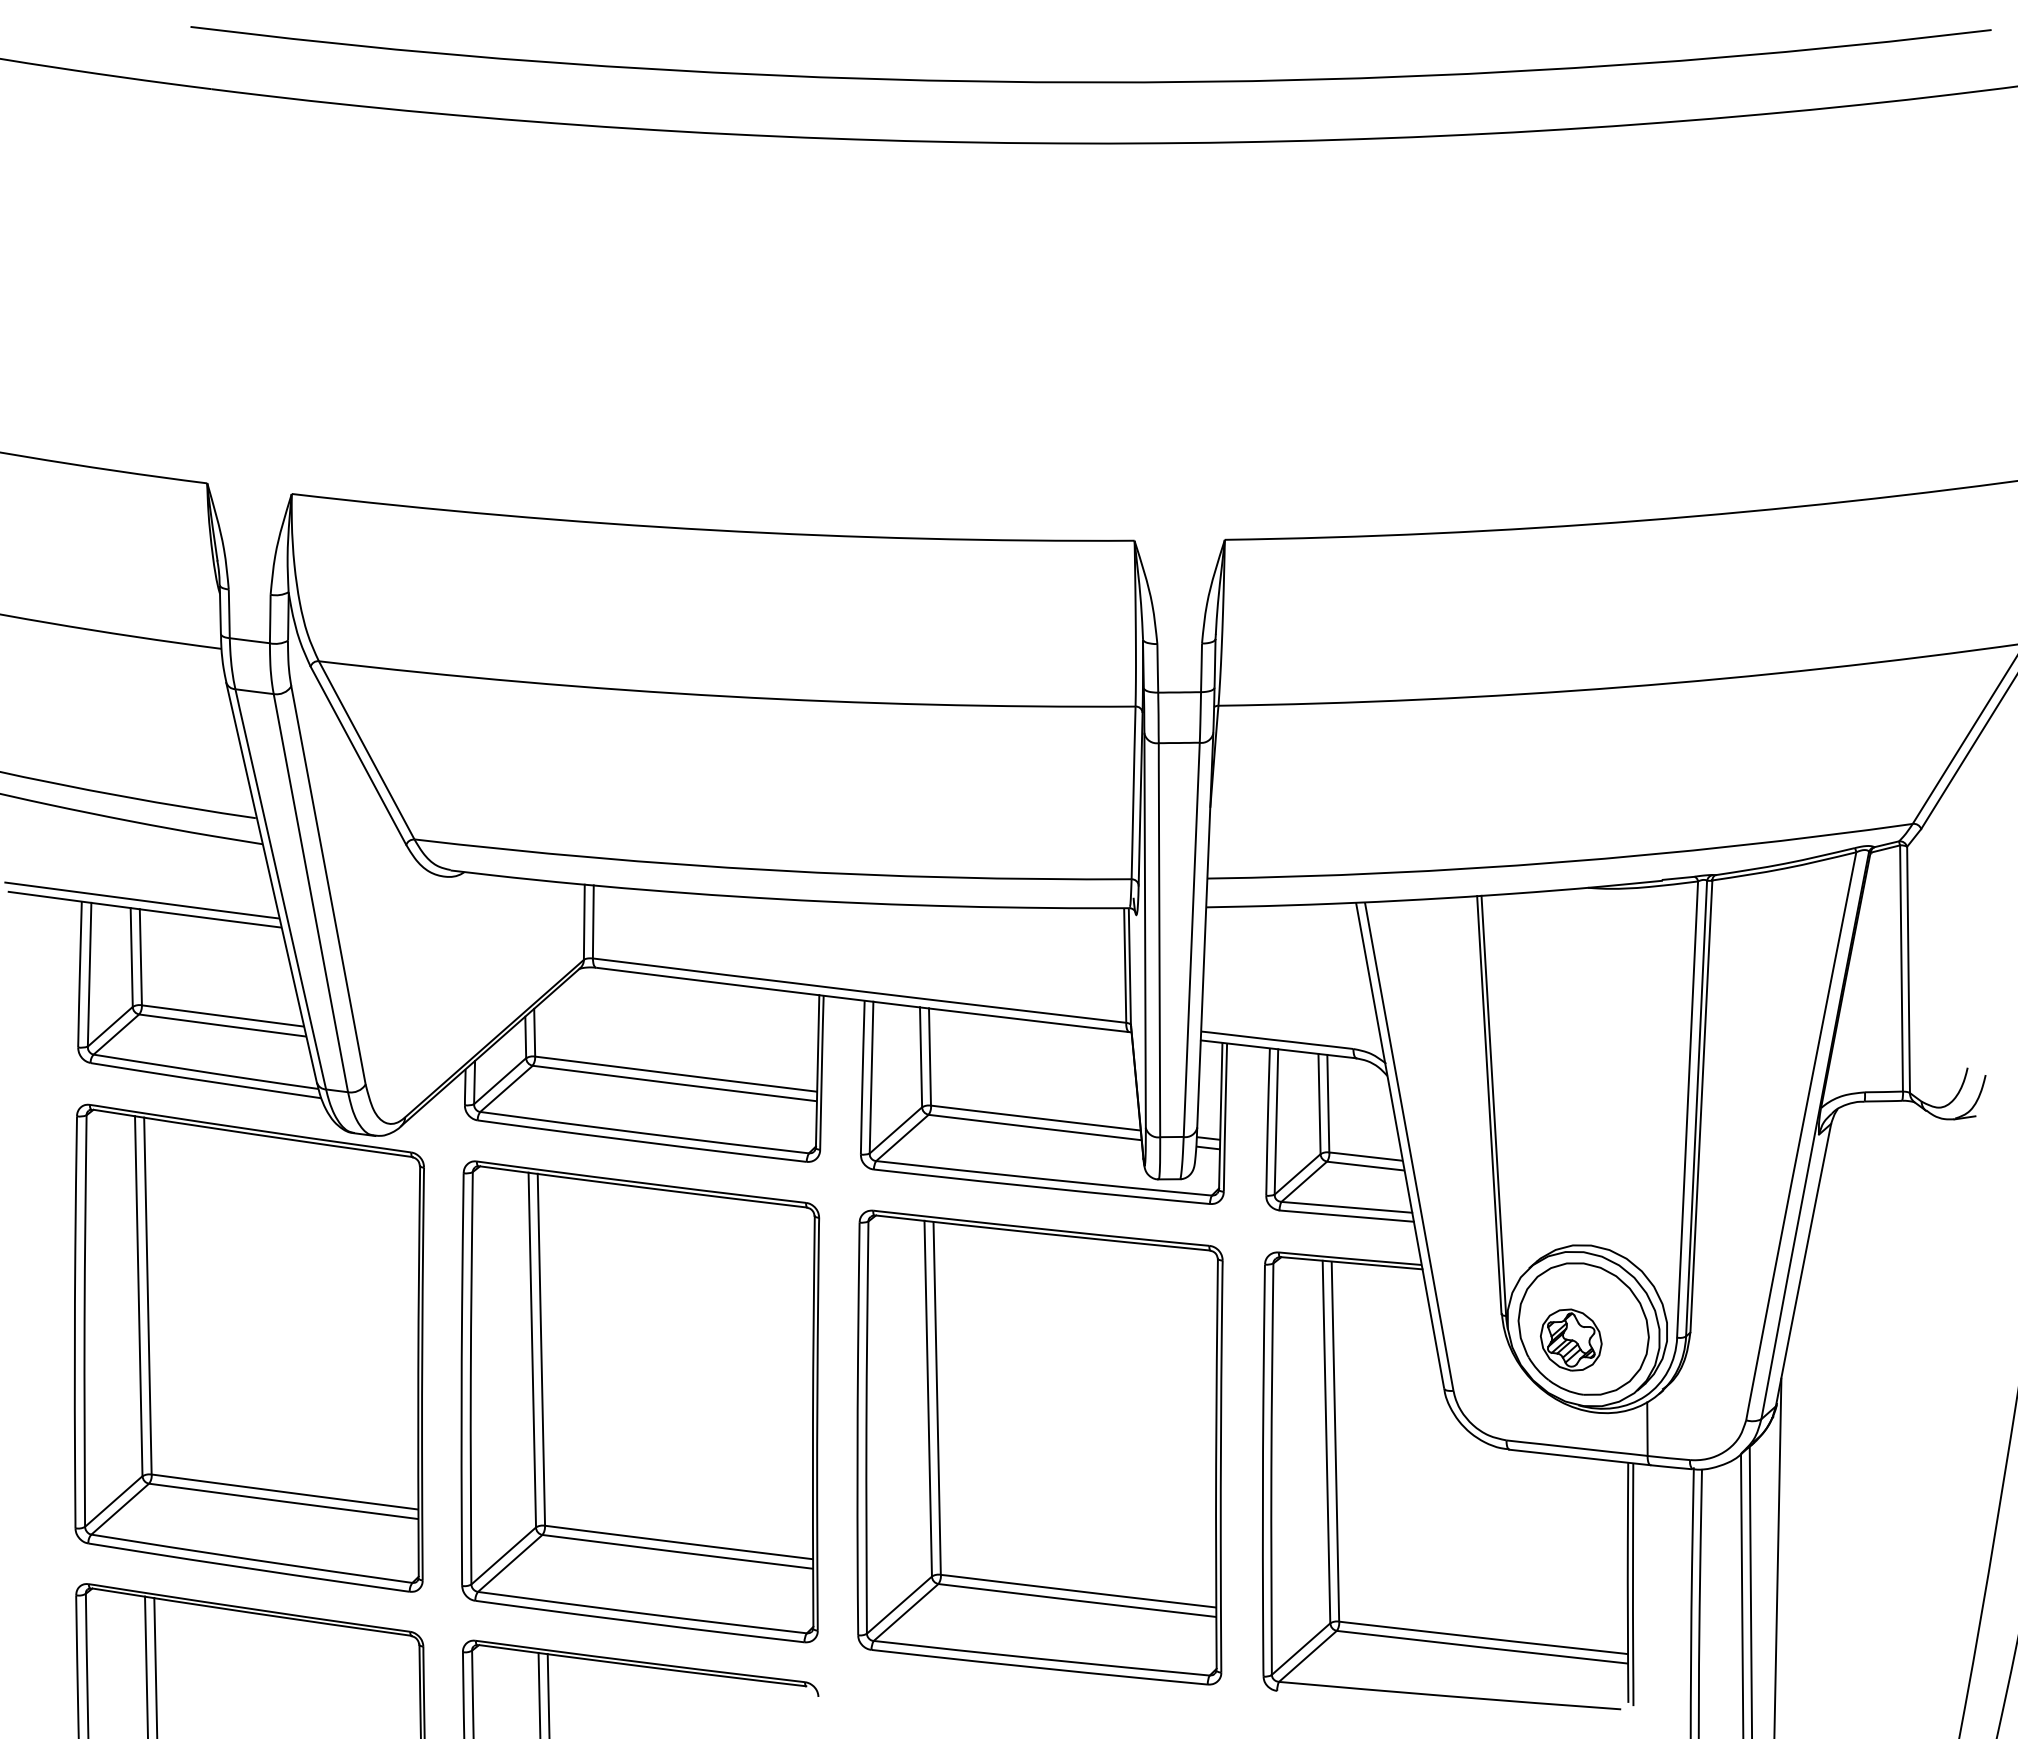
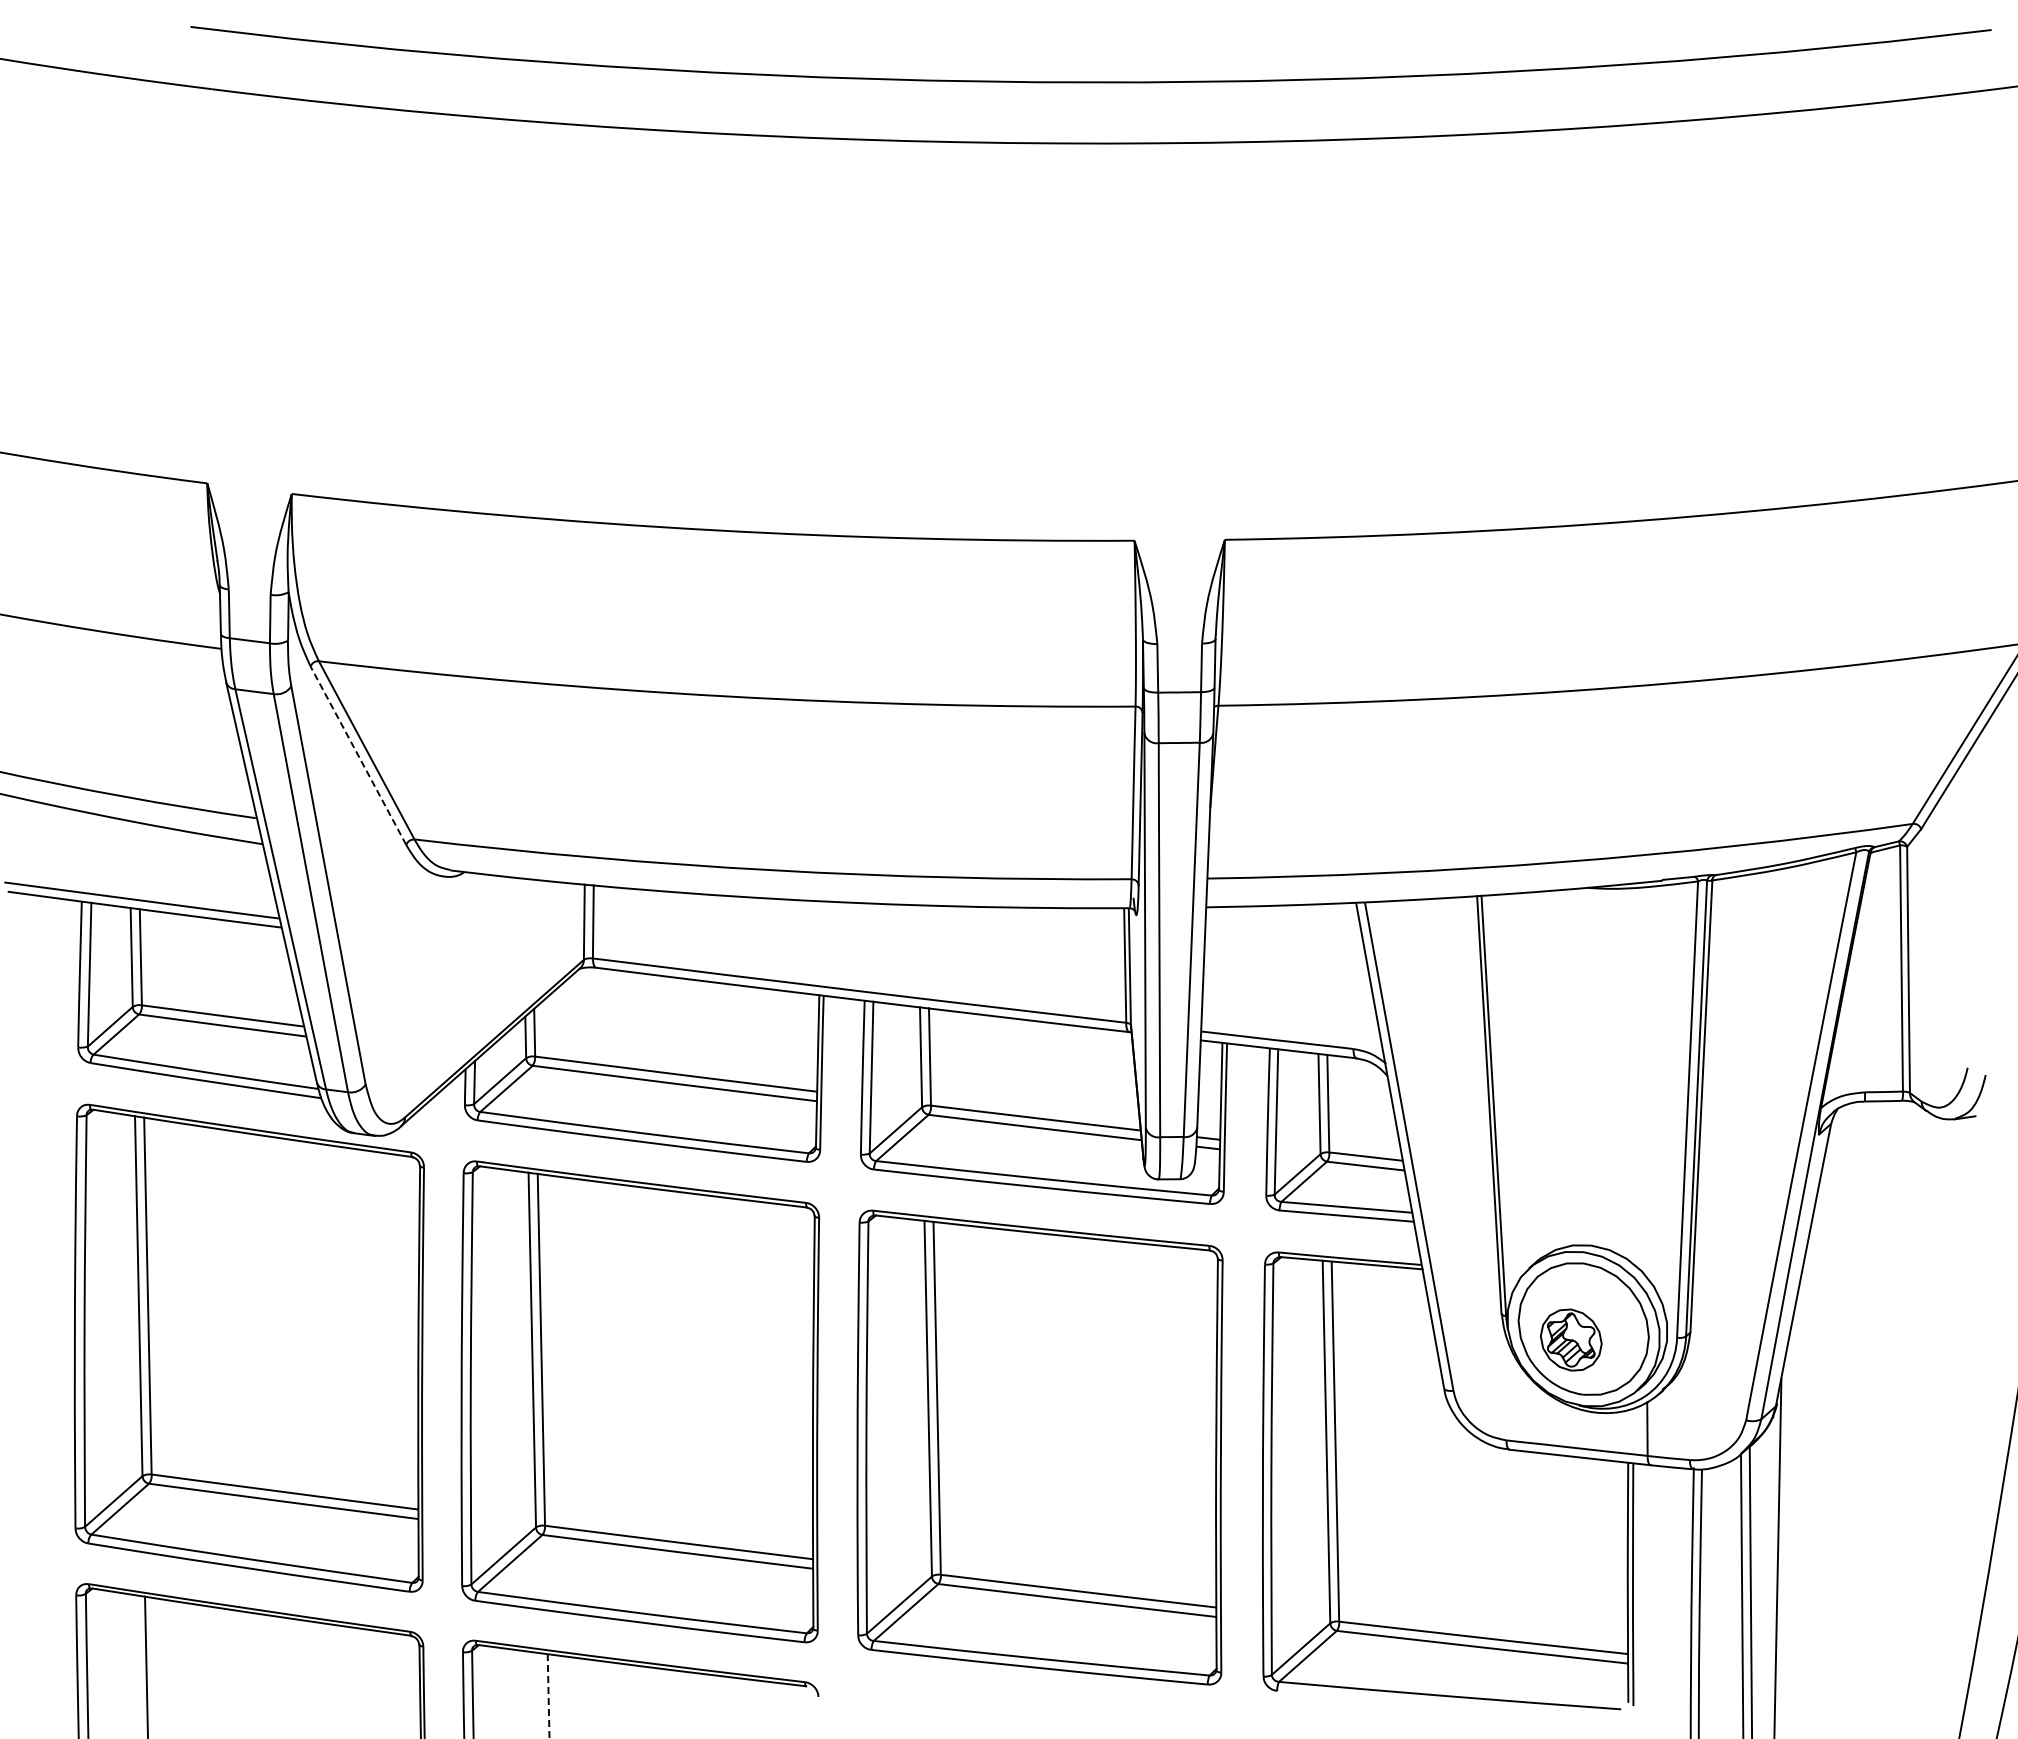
line at (358, 755): solid -> dashed
line at (155, 1666): present -> none
line at (539, 1693): present -> none
line at (548, 1696): solid -> dashed
